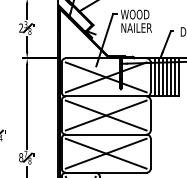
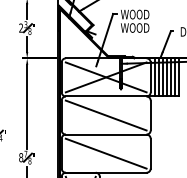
text at (136, 27): NAILER -> WOOD
line at (105, 115): present -> none
line at (105, 153): present -> none
